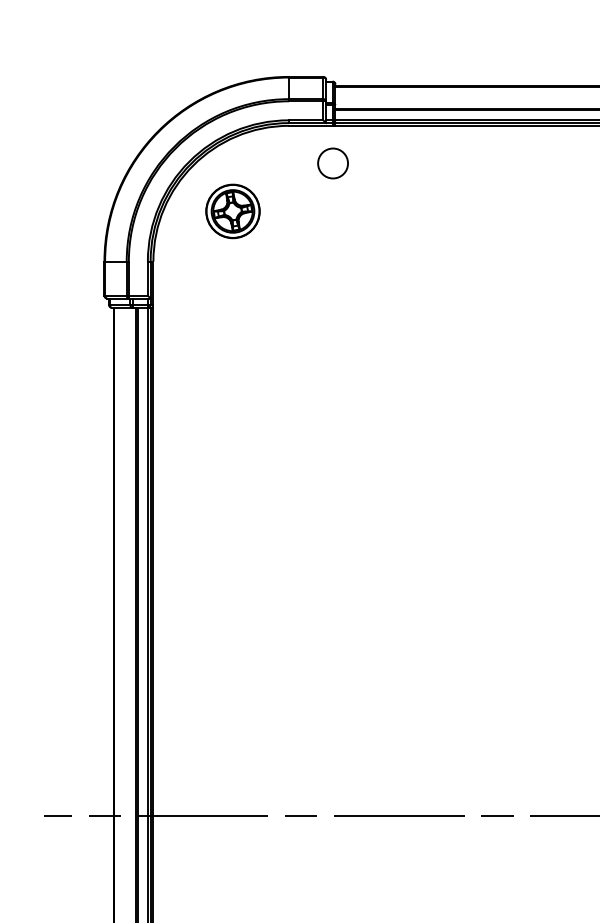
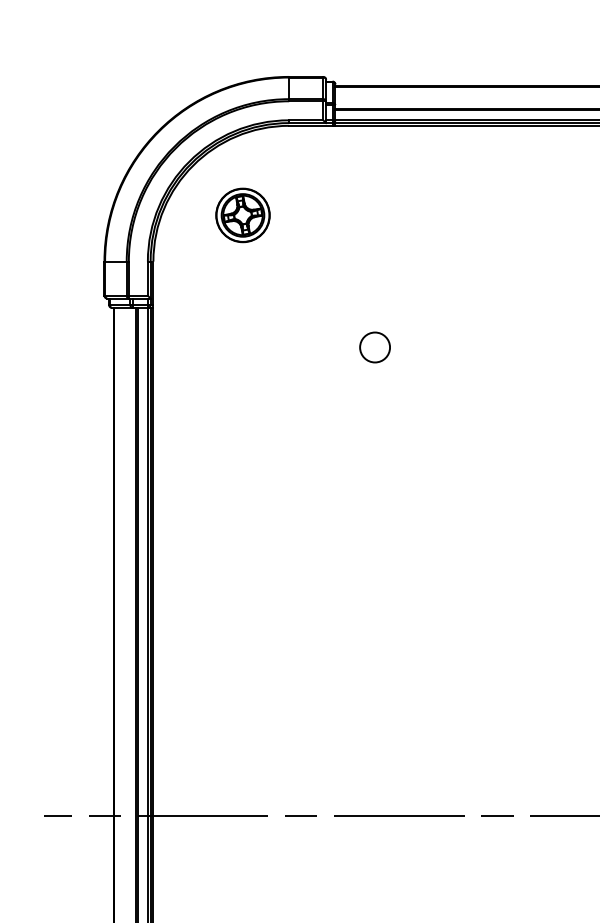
circle at (332, 163) position: (332, 163) -> (374, 347)
part at (232, 211) position: (232, 211) -> (242, 215)
